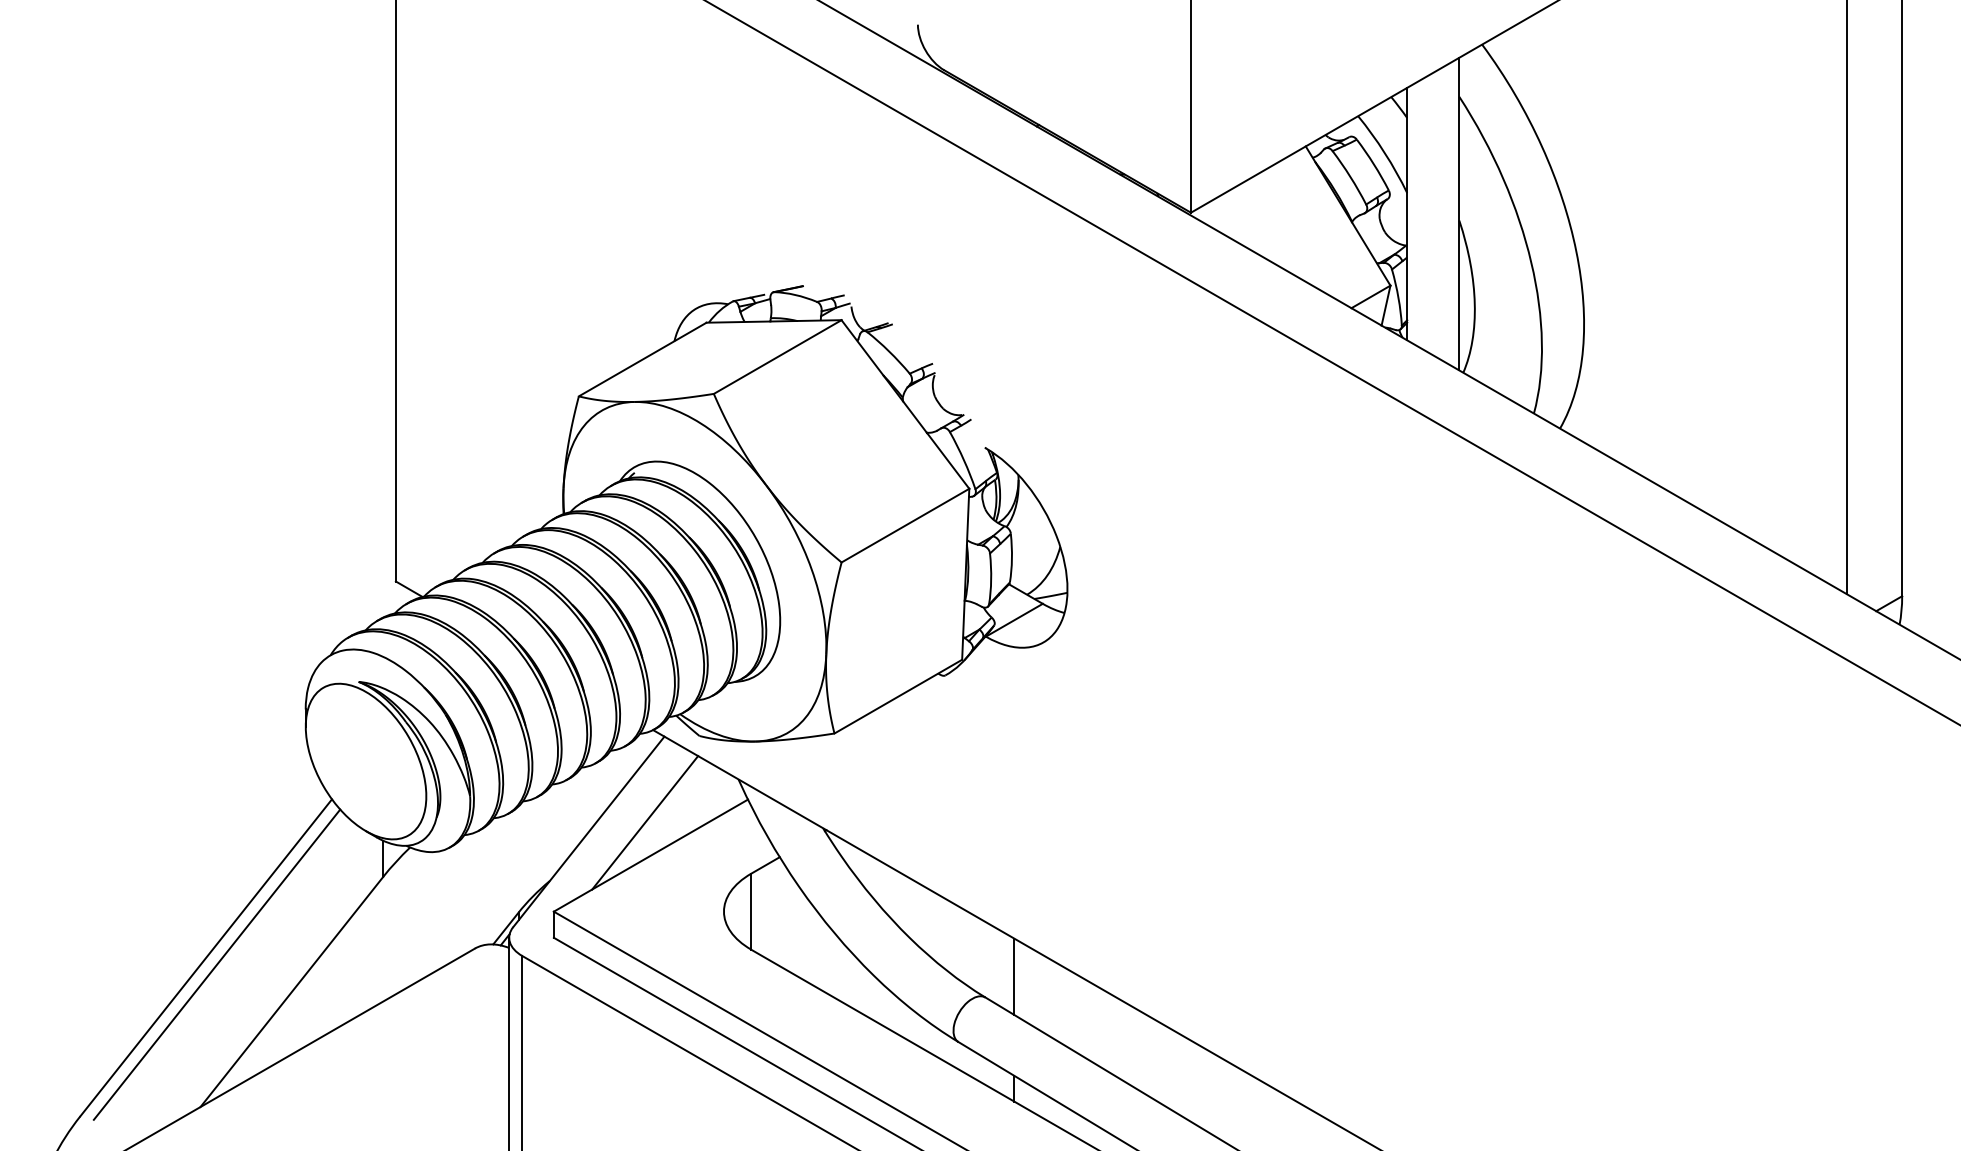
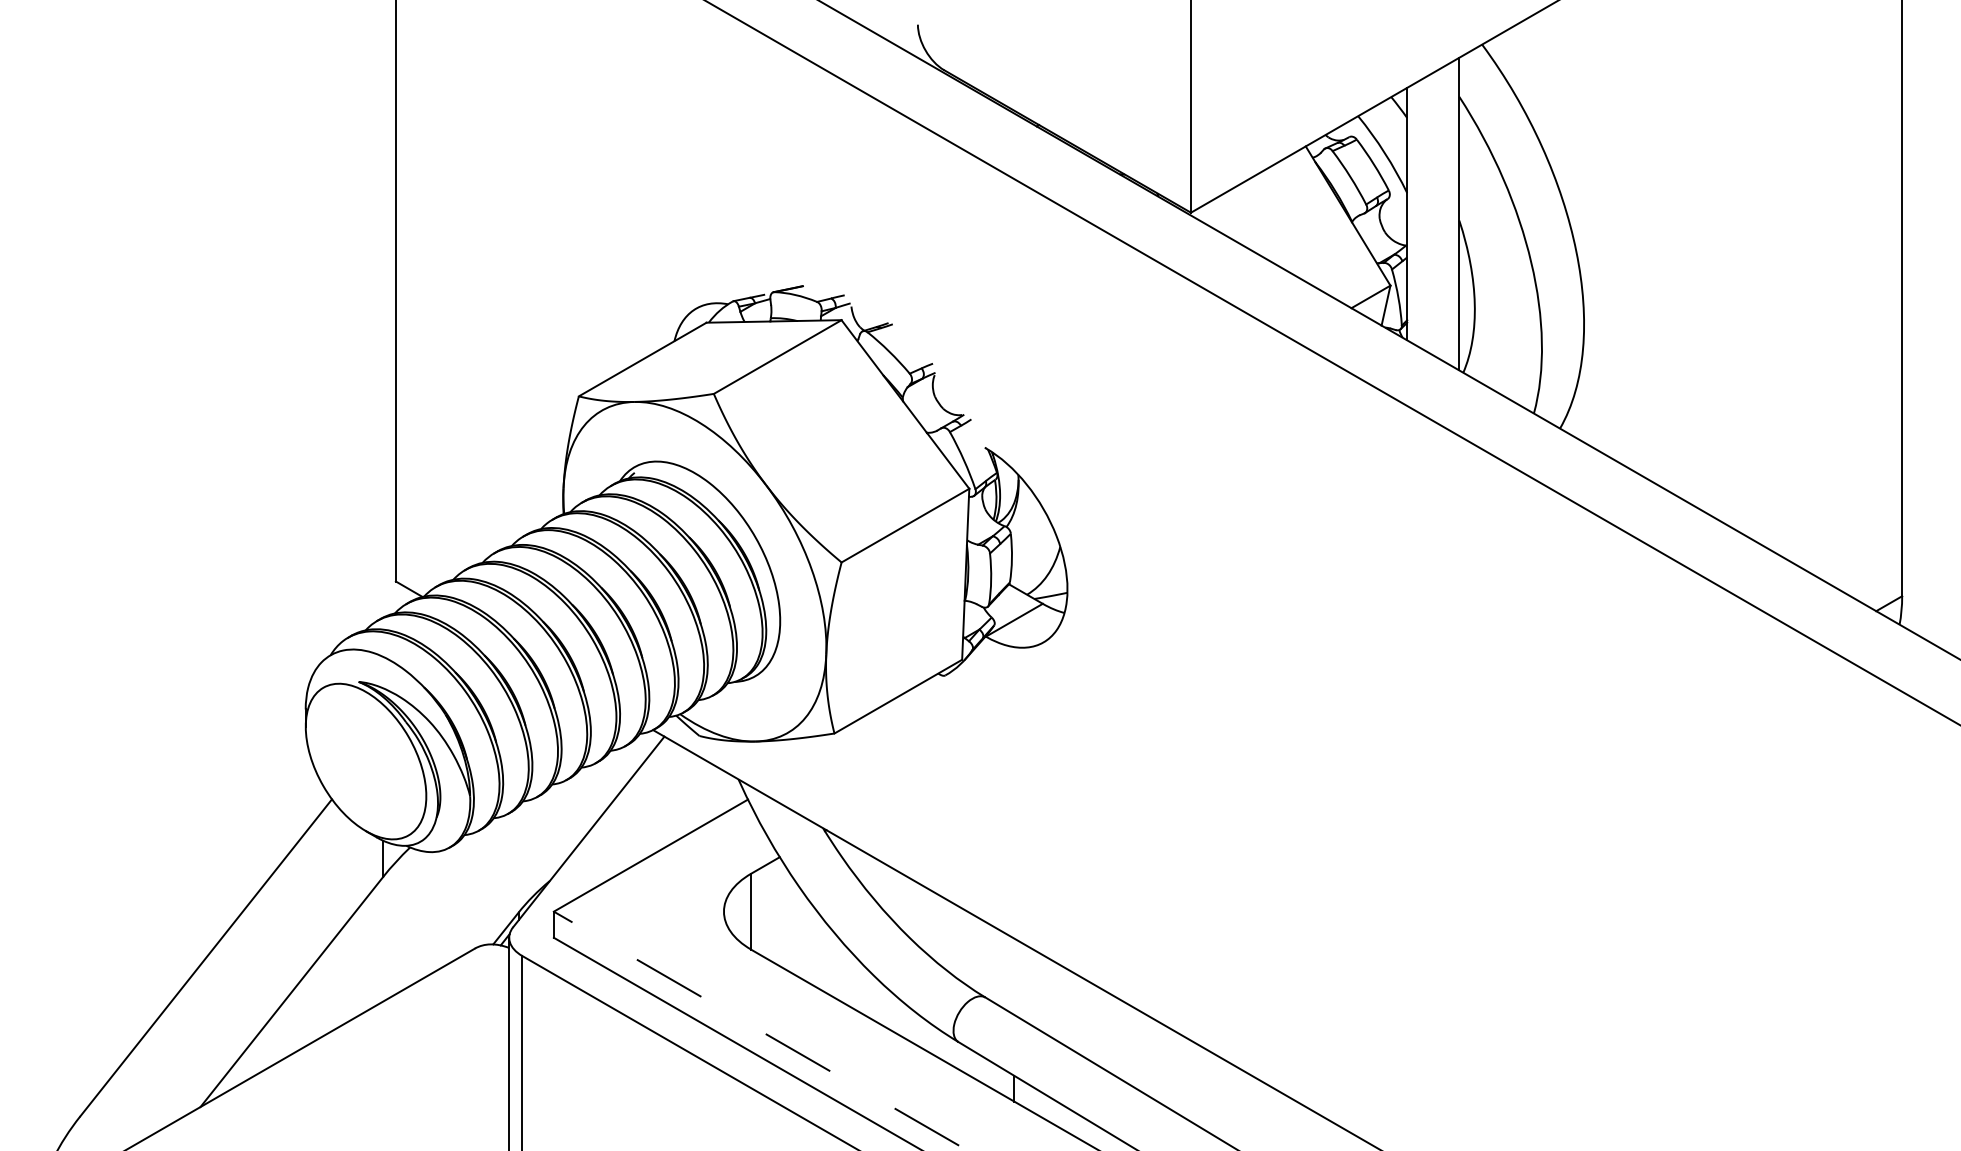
line at (1847, 298): present -> none
line at (645, 822): present -> none
line at (216, 964): present -> none
line at (1014, 976): present -> none
line at (760, 1031): solid -> dashed
